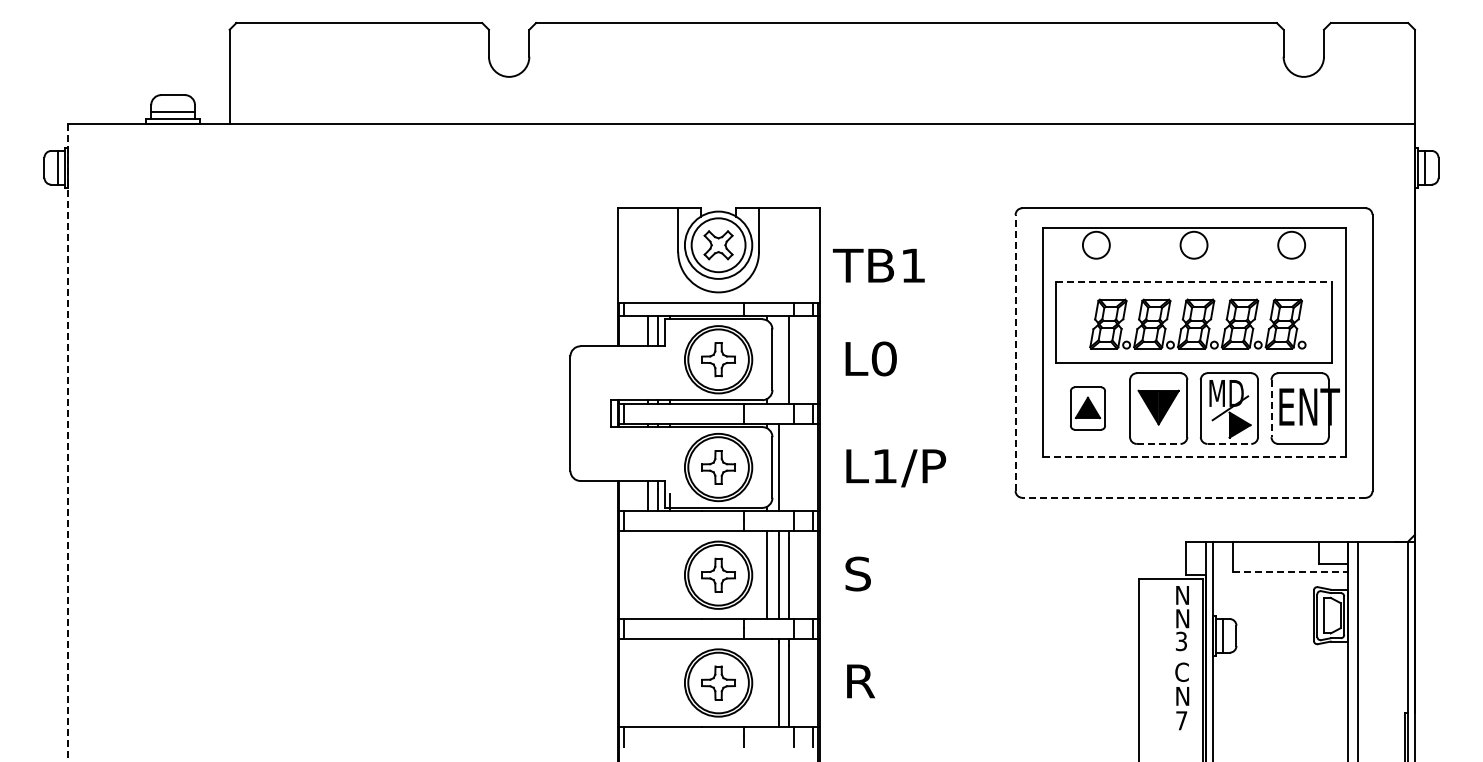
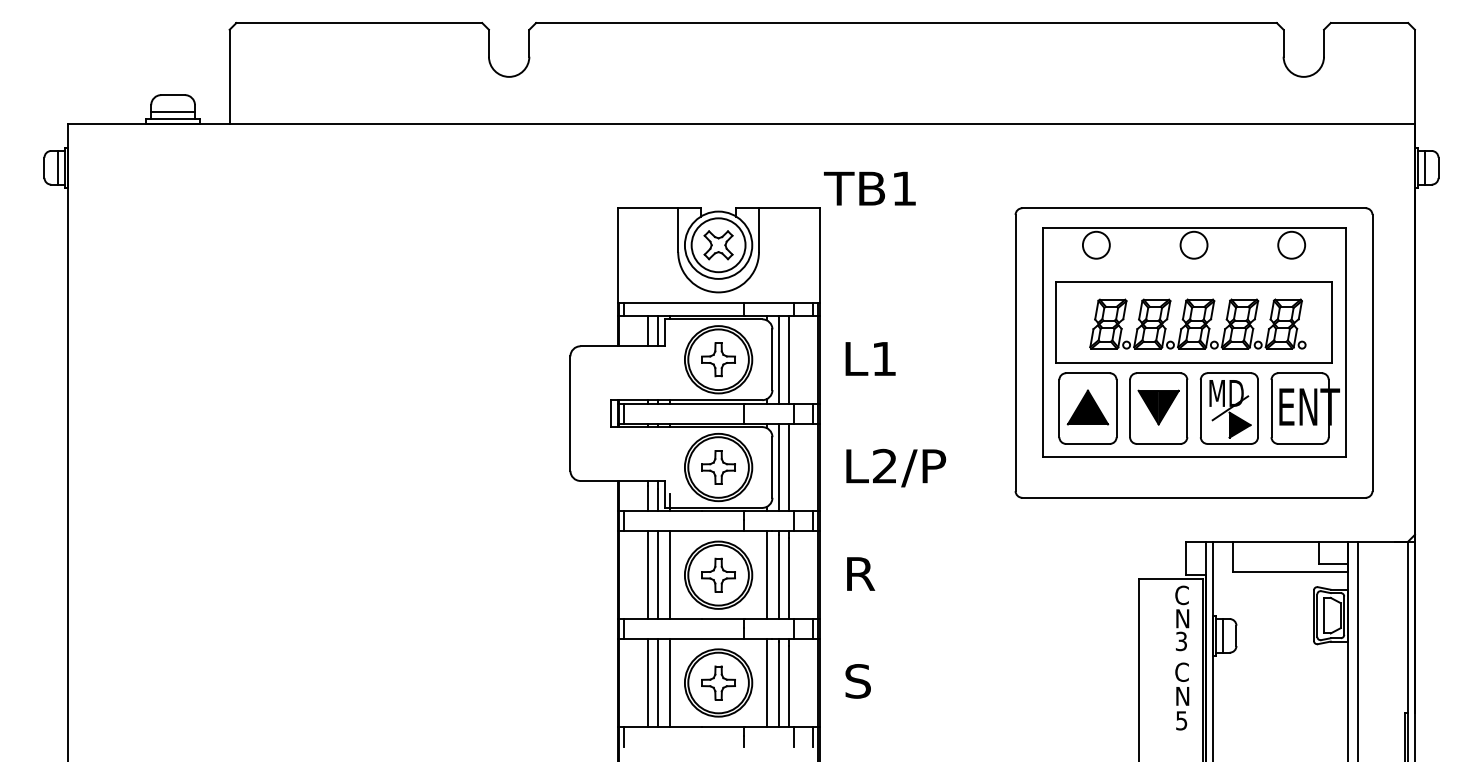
text at (878, 265) position: (878, 265) -> (869, 188)
line at (1194, 282): dashed -> solid
line at (1015, 352): dashed -> solid
text at (883, 358): L0 -> L1
line at (779, 359): none -> present
part at (1087, 408) size: 36x45 px -> 60x73 px
line at (1271, 408): dashed -> solid
line at (68, 442): dashed -> solid
line at (1158, 443): dashed -> solid
line at (1229, 443): dashed -> solid
line at (1194, 457): dashed -> solid
text at (884, 465): L1/P -> L2/P
line at (789, 467): none -> present
line at (1194, 497): dashed -> solid
line at (1290, 571): dashed -> solid
text at (860, 573): S -> R
line at (647, 575): none -> present
line at (657, 575): none -> present
line at (670, 575): none -> present
text at (1181, 595): N -> C
text at (859, 681): R -> S
line at (647, 682): none -> present
line at (657, 682): none -> present
line at (670, 682): none -> present
line at (767, 682): none -> present
text at (1181, 720): 7 -> 5
